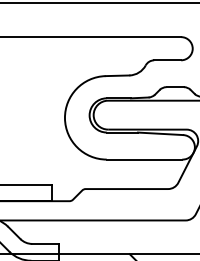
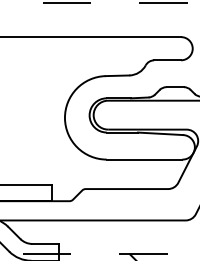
line at (100, 3): solid -> dashed
line at (99, 253): solid -> dashed
